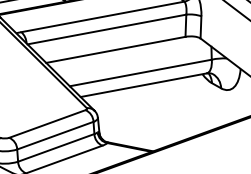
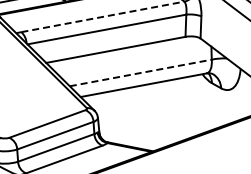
line at (102, 16): solid -> dashed
line at (141, 72): solid -> dashed
